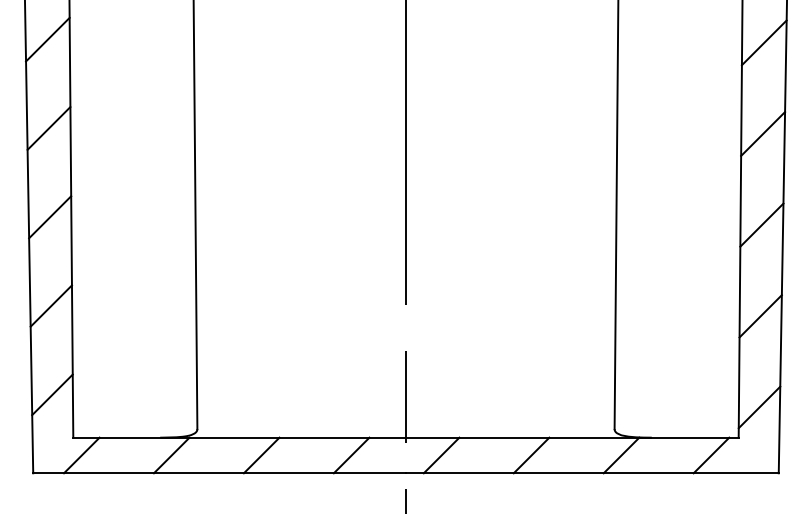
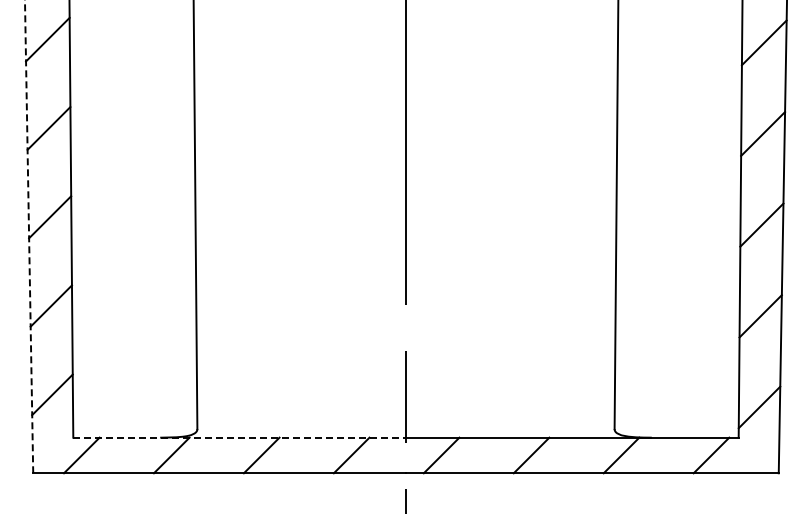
line at (29, 236): solid -> dashed
line at (240, 437): solid -> dashed
